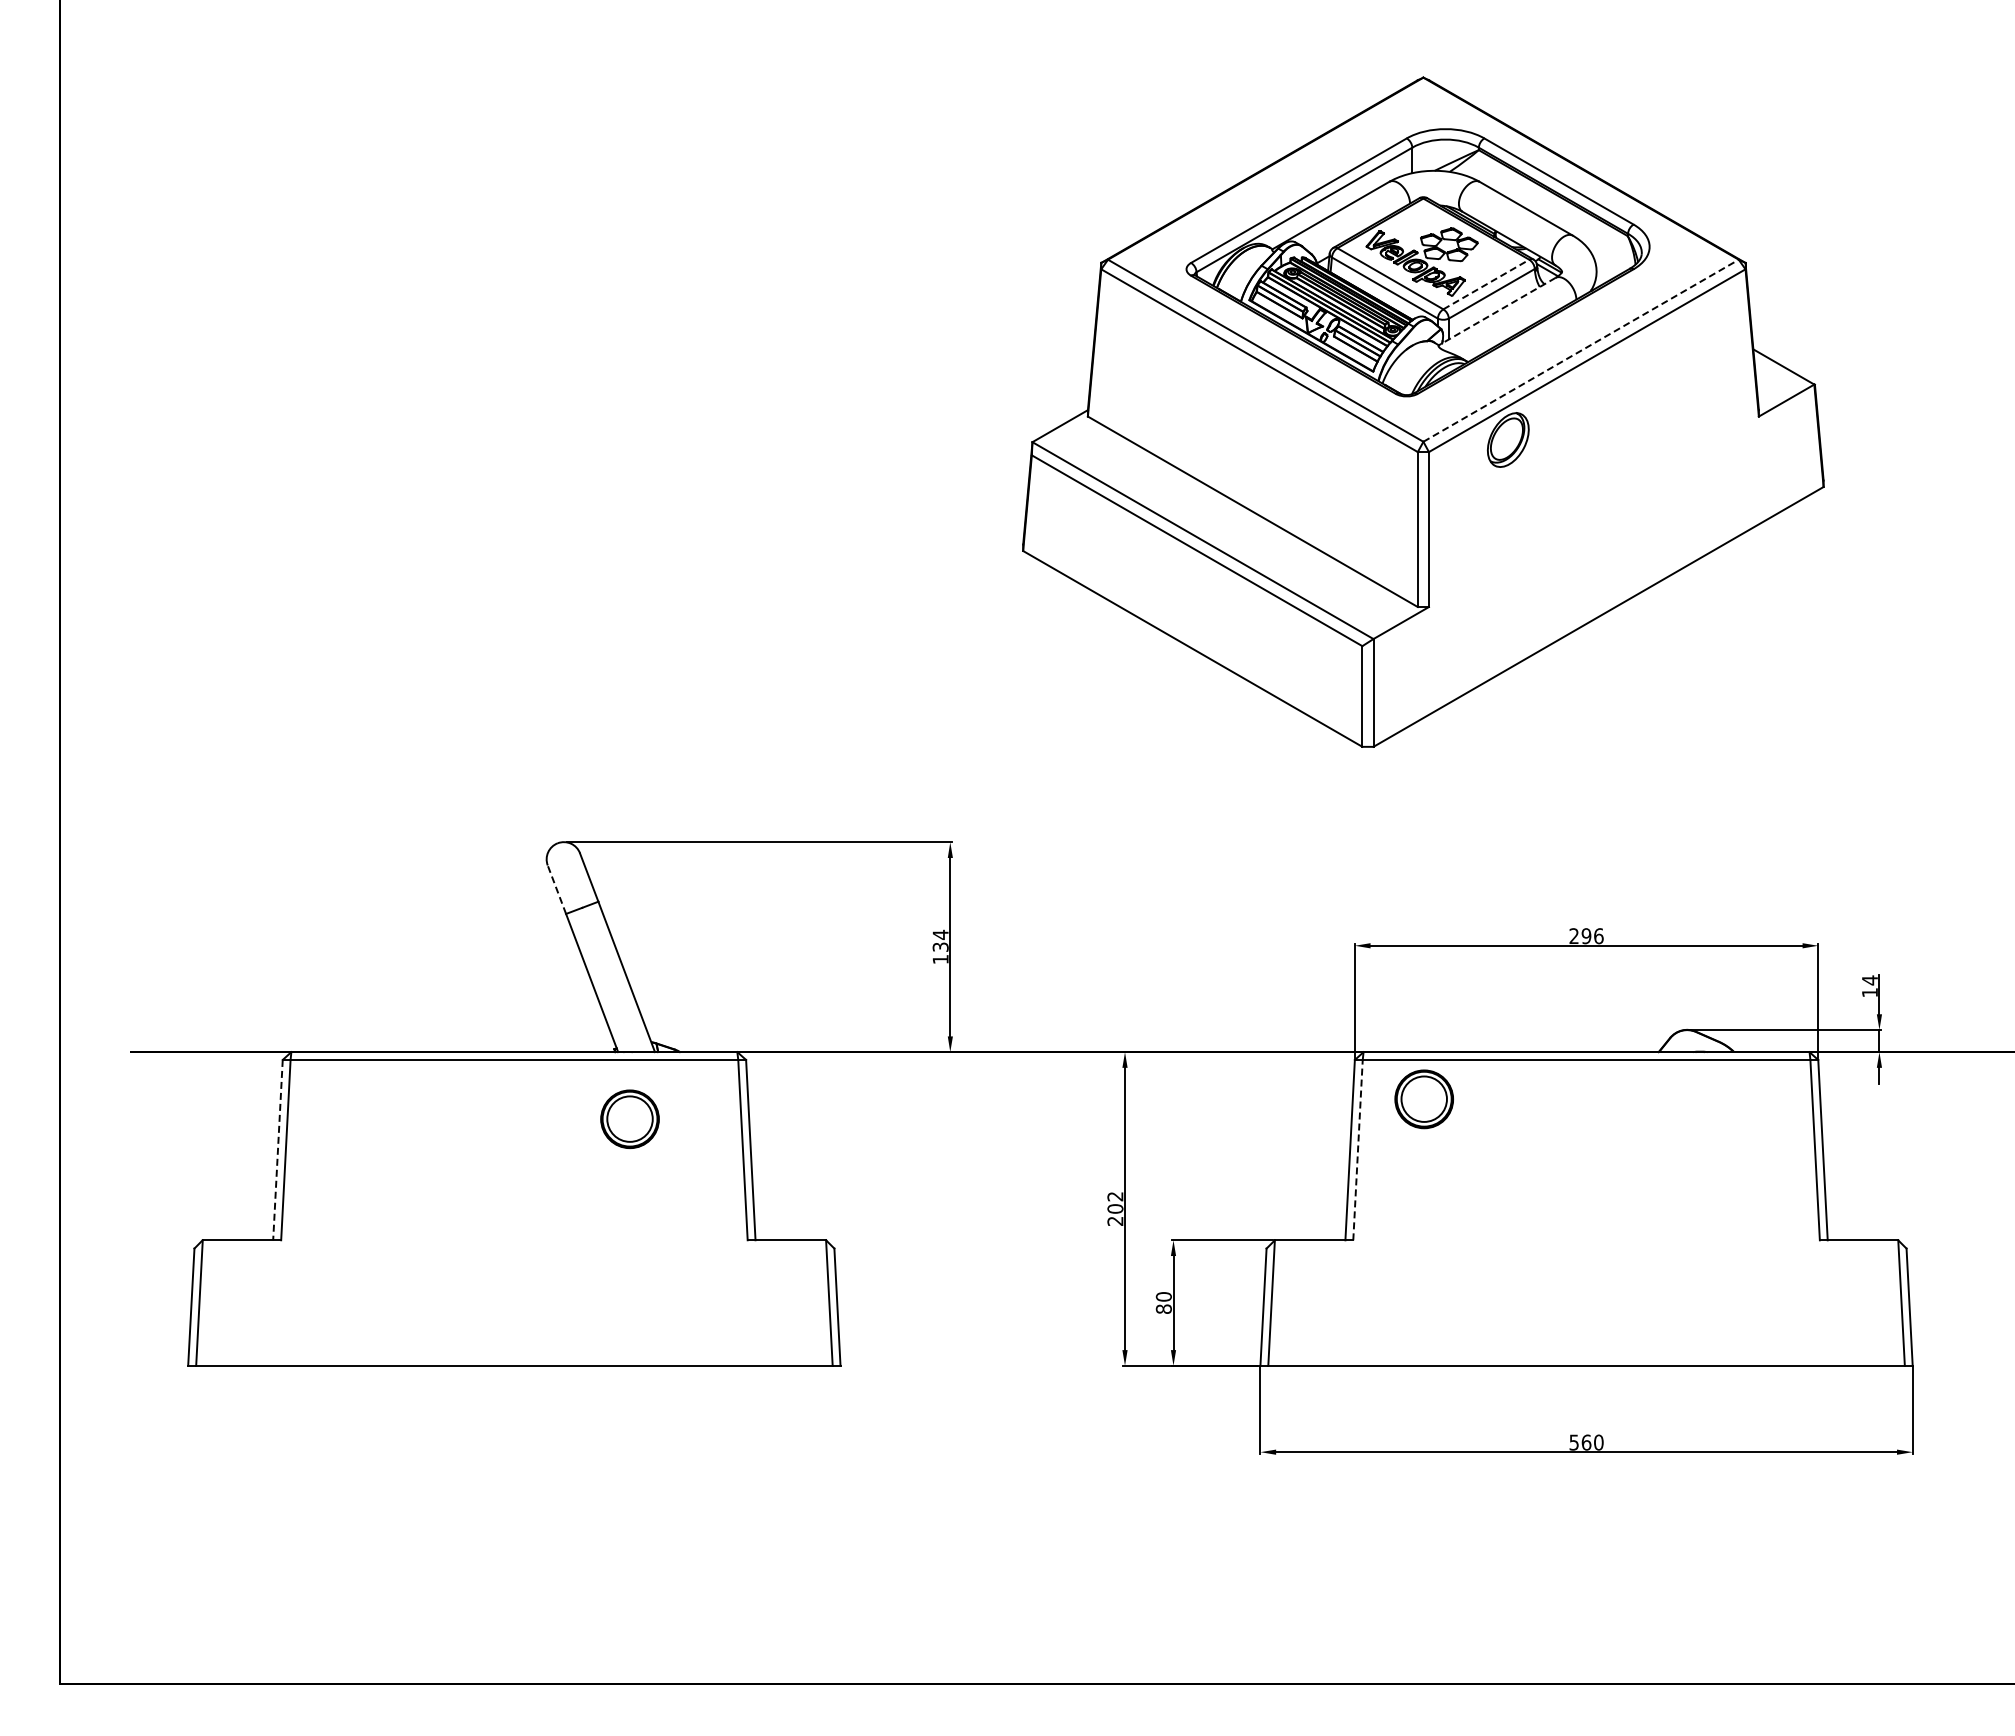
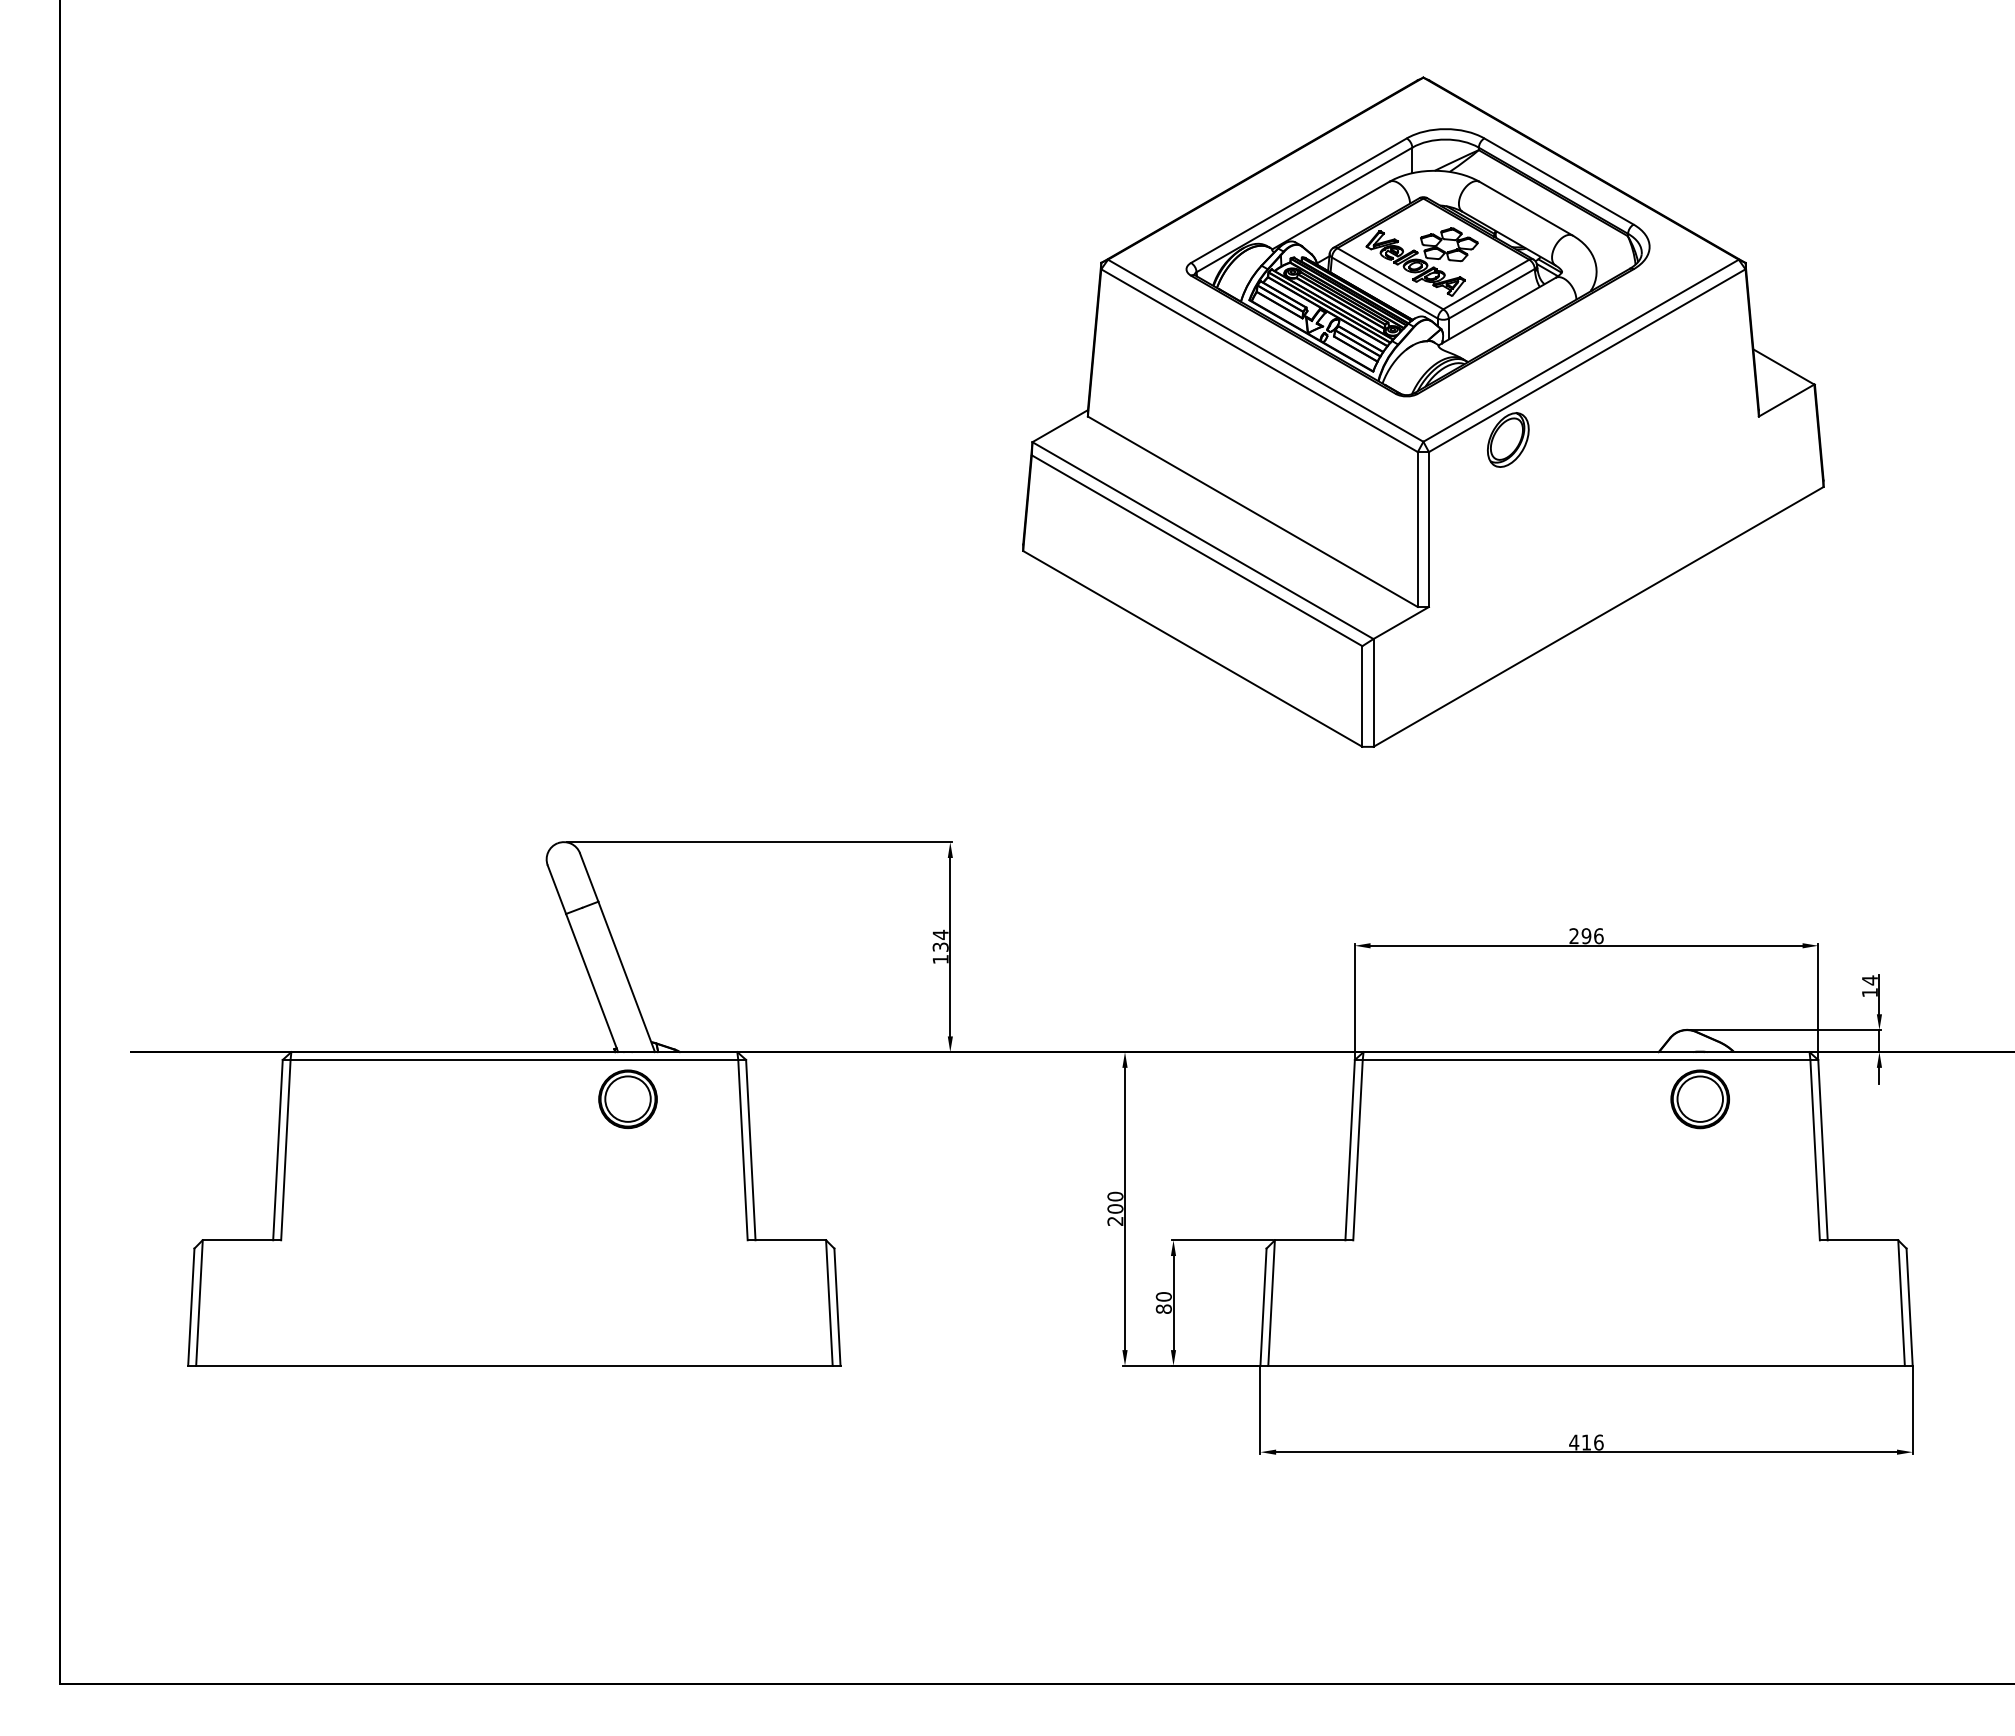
line at (1486, 284): dashed -> solid
line at (1497, 311): dashed -> solid
line at (1581, 350): dashed -> solid
line at (556, 889): dashed -> solid
part at (1423, 1099) position: (1423, 1099) -> (1699, 1099)
part at (629, 1118) position: (629, 1118) -> (627, 1098)
line at (1358, 1149): dashed -> solid
line at (277, 1150): dashed -> solid
text at (1115, 1196): 202 -> 200
text at (1586, 1442): 560 -> 416
